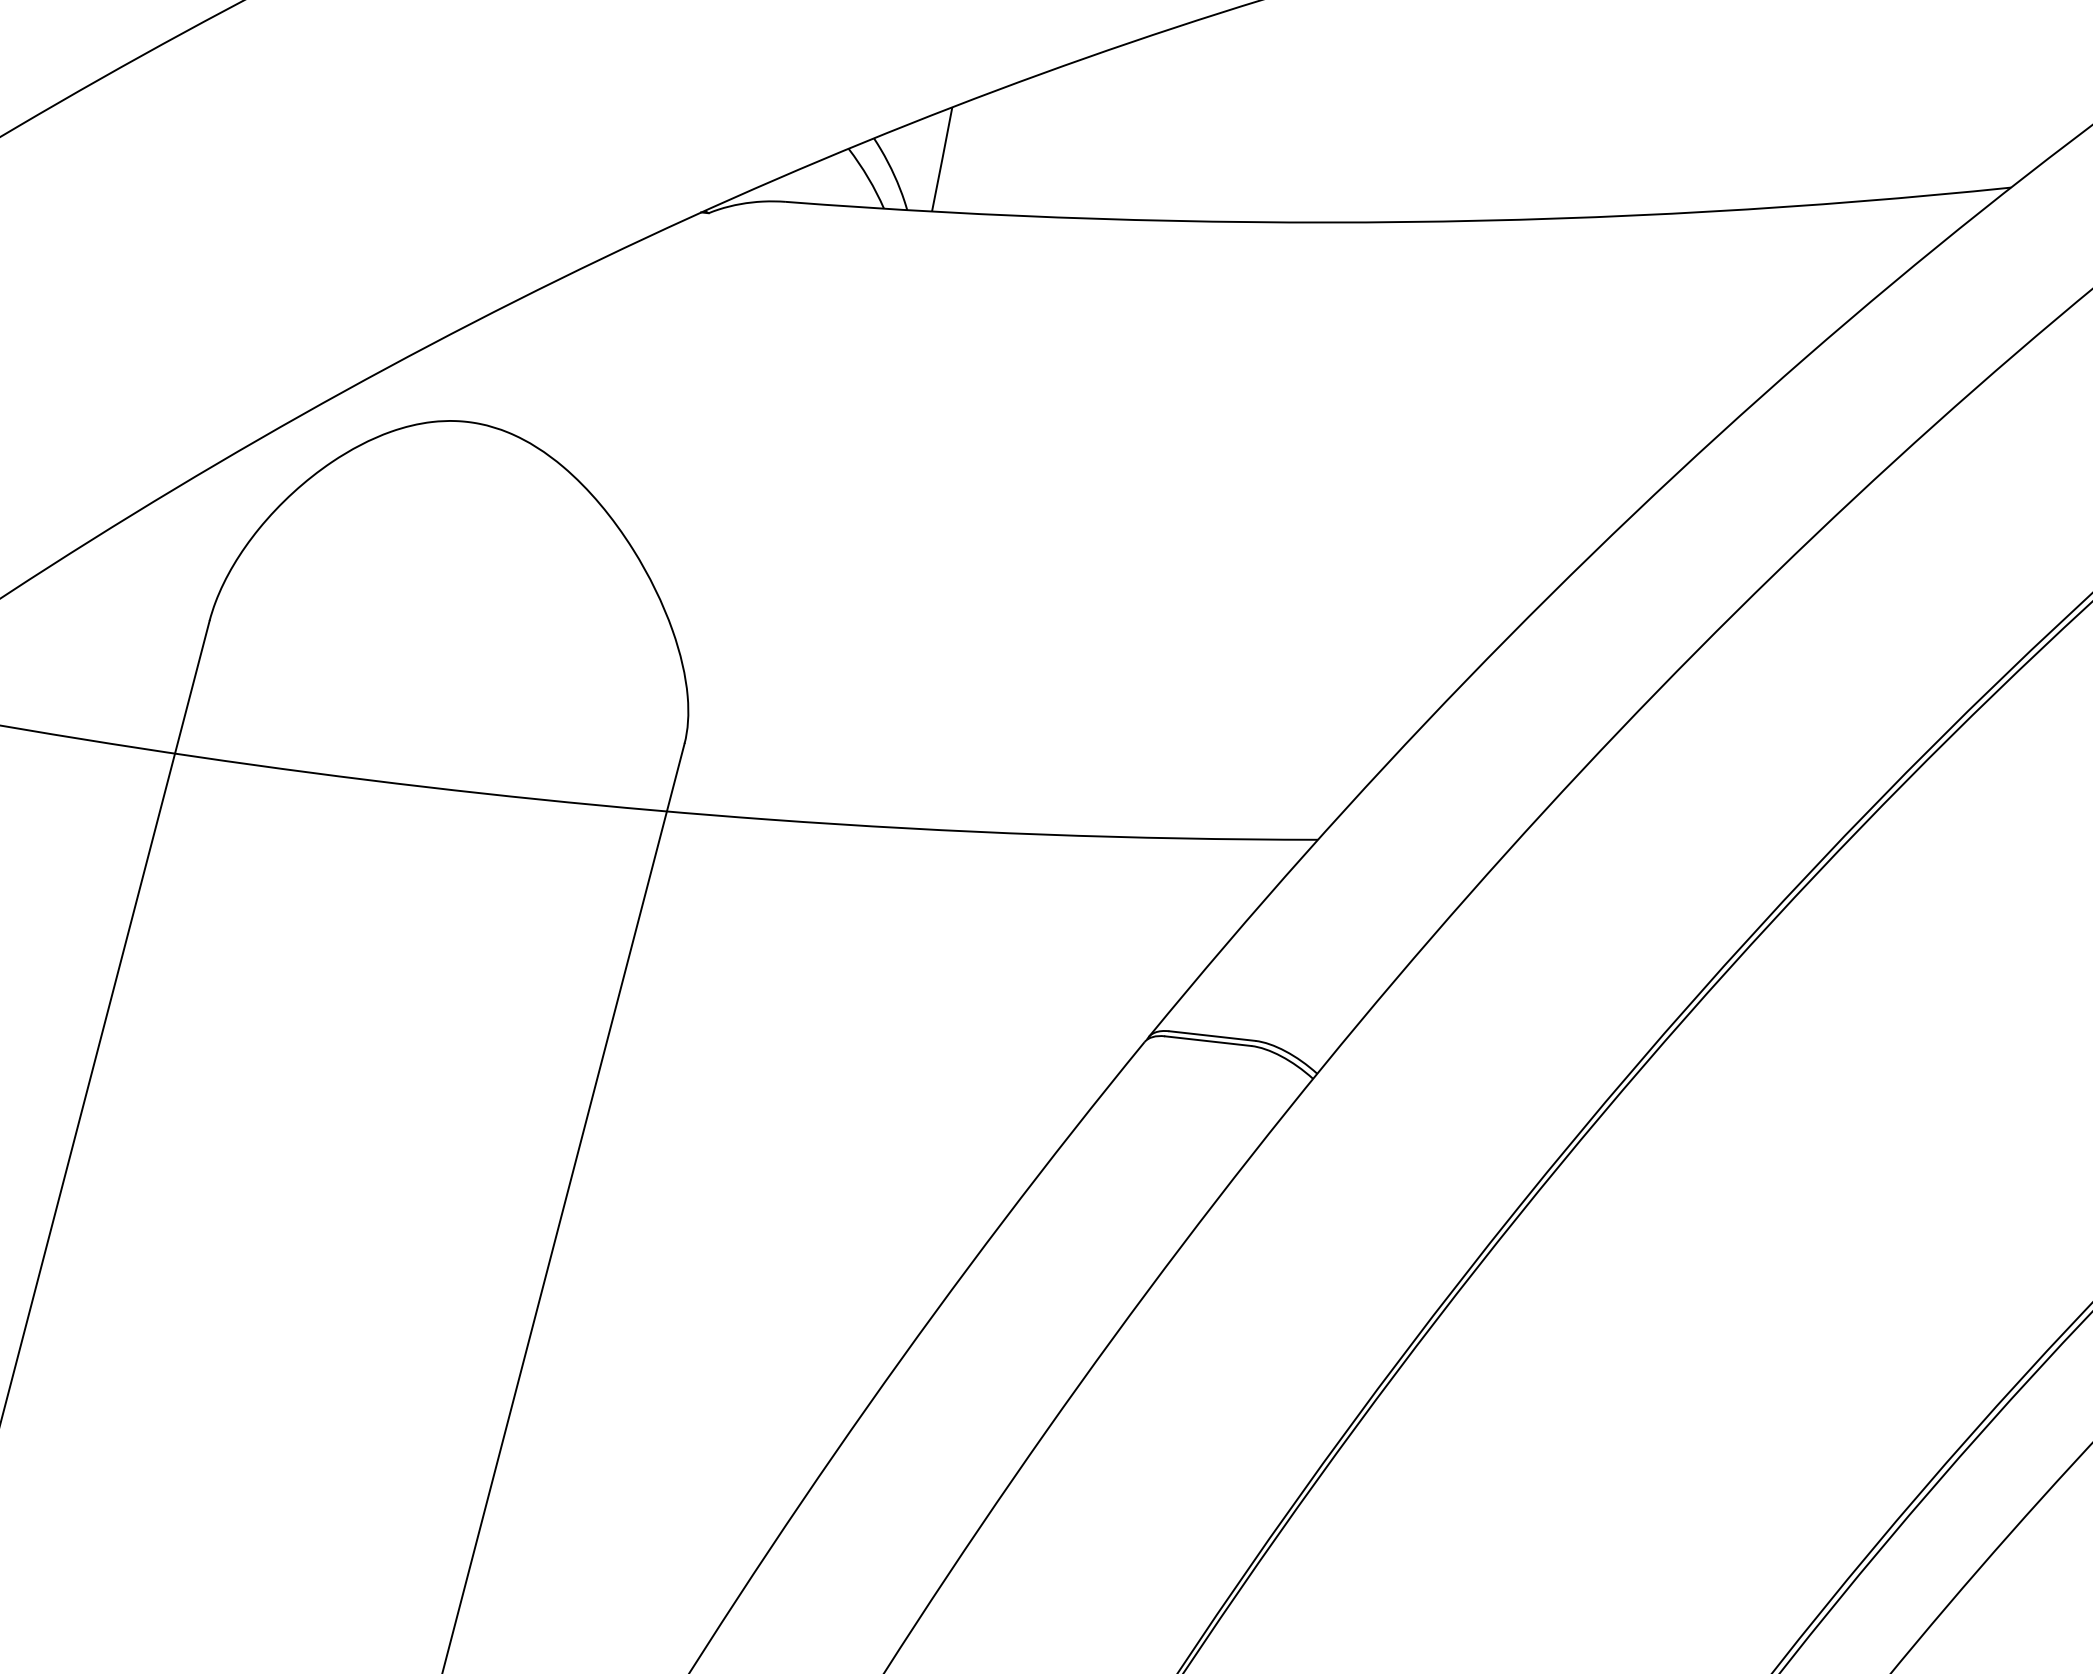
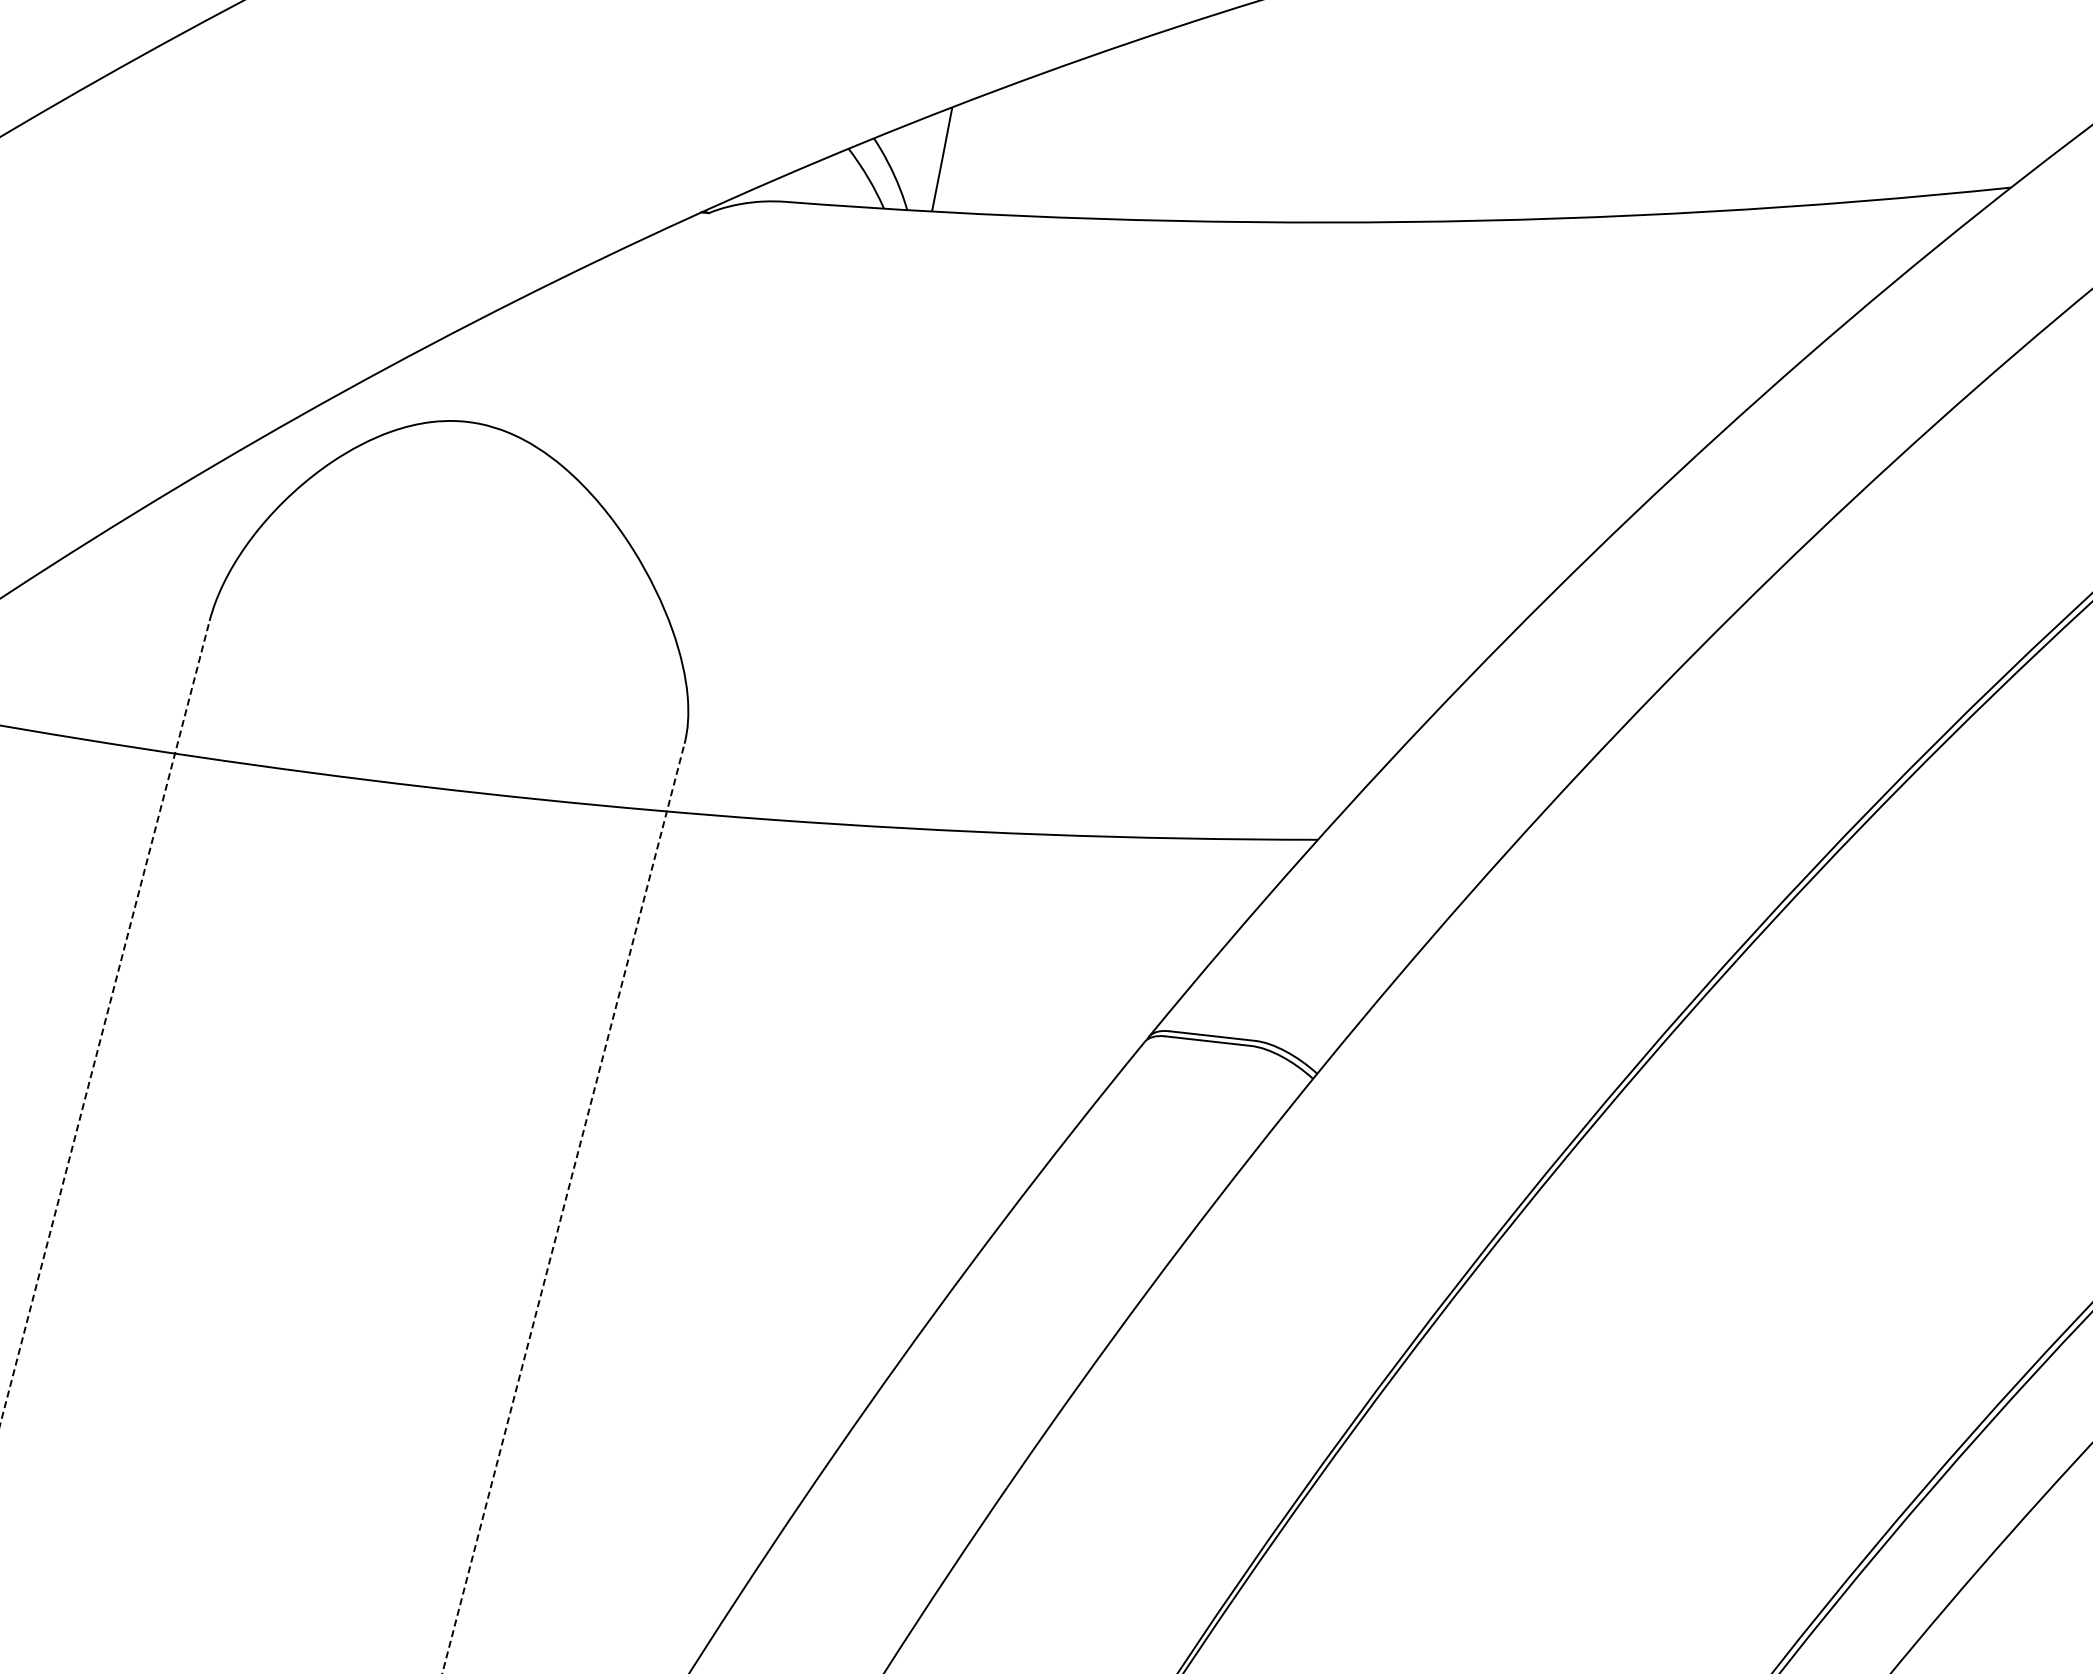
line at (104, 1022): solid -> dashed
line at (563, 1208): solid -> dashed
